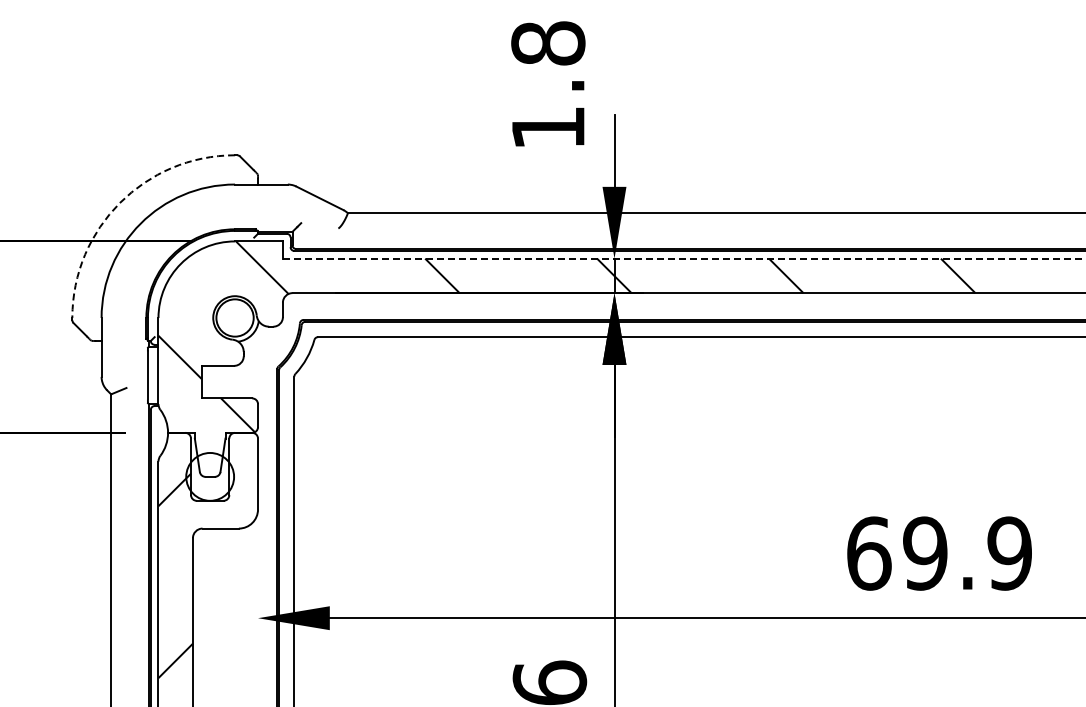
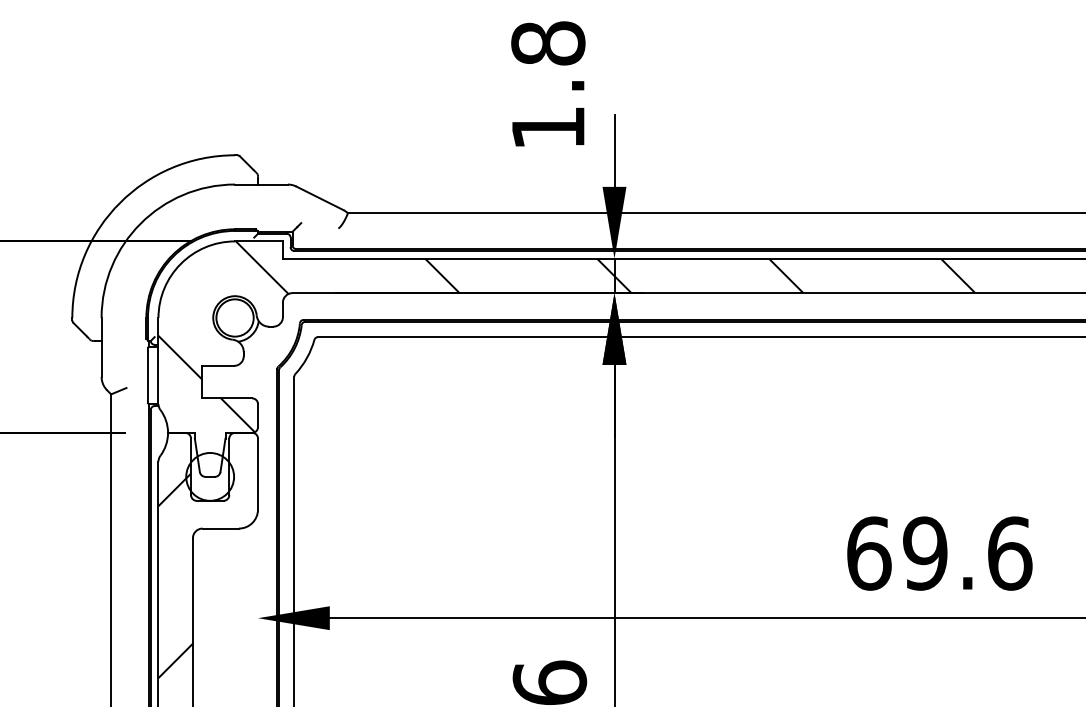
arc at (120, 202): dashed -> solid
line at (683, 258): dashed -> solid
text at (1009, 553): 69.9 -> 69.6
